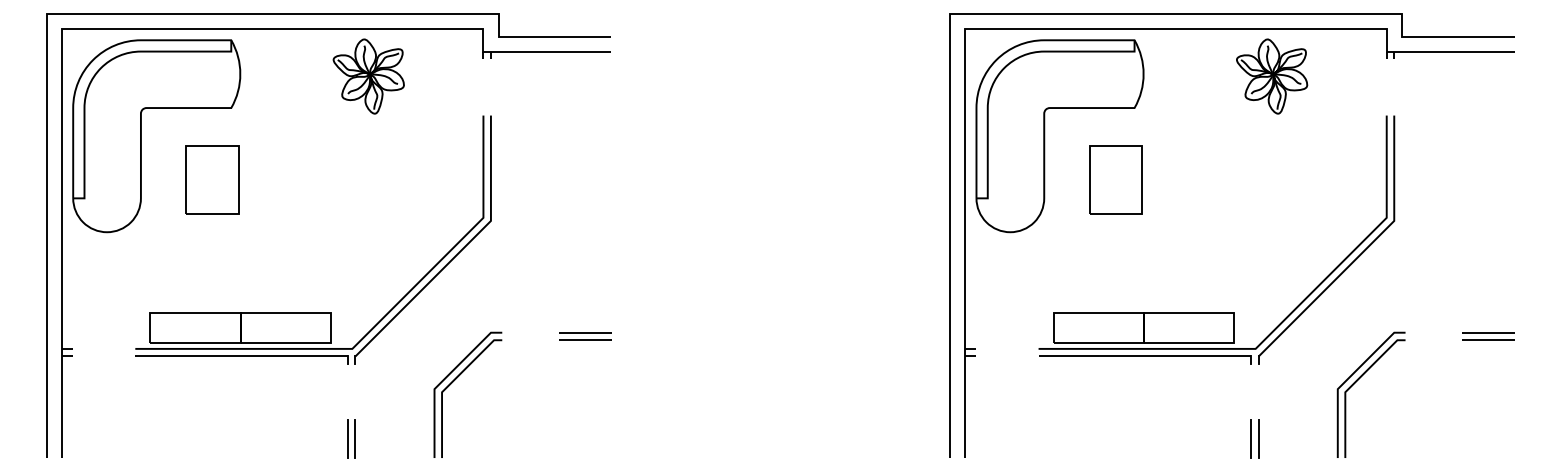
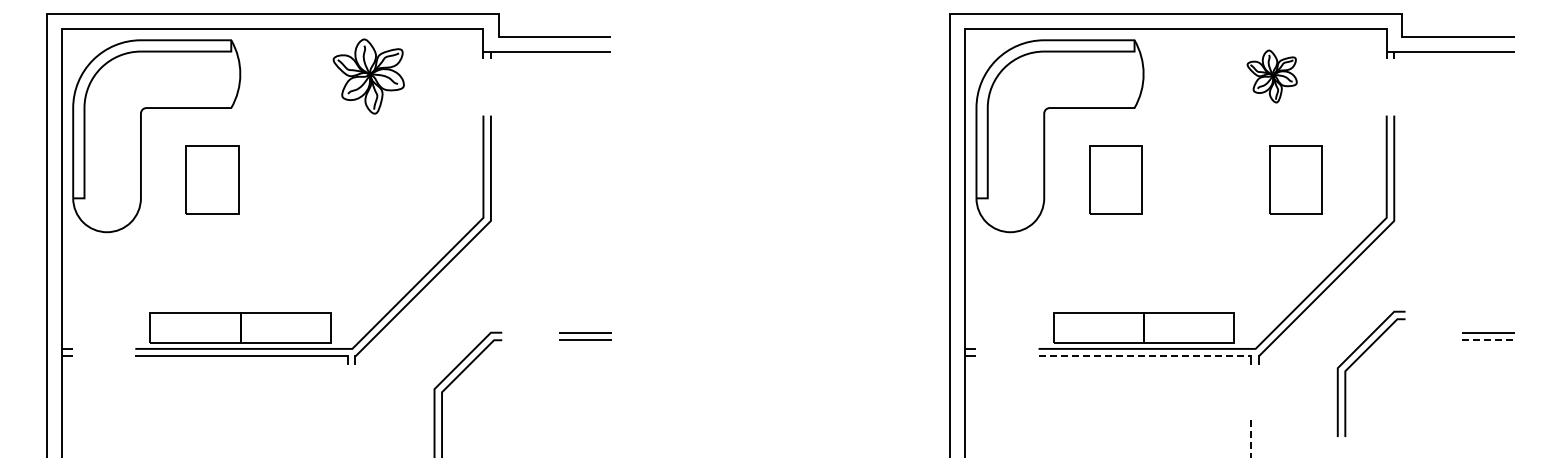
part at (1272, 76) size: 73x77 px -> 52x55 px
part at (1295, 179): none -> present
line at (1488, 340): solid -> dashed
line at (1145, 356): solid -> dashed
part at (1357, 381) position: (1357, 381) -> (1357, 360)
line at (347, 439): present -> none
line at (355, 439): present -> none
line at (1251, 439): solid -> dashed
line at (1258, 439): present -> none
